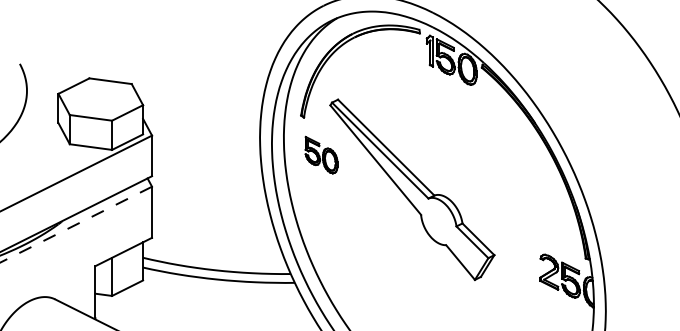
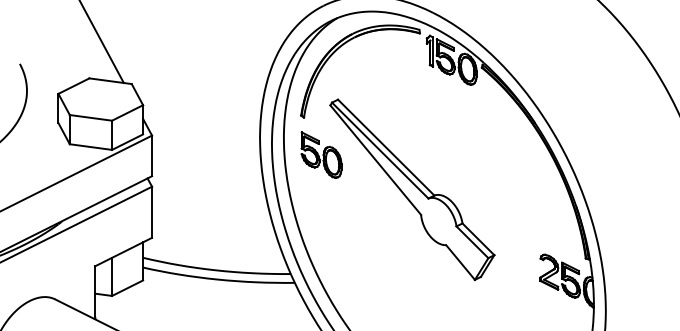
line at (101, 42): none -> present
part at (321, 154) size: 35x40 px -> 43x48 px
line at (76, 224): dashed -> solid
